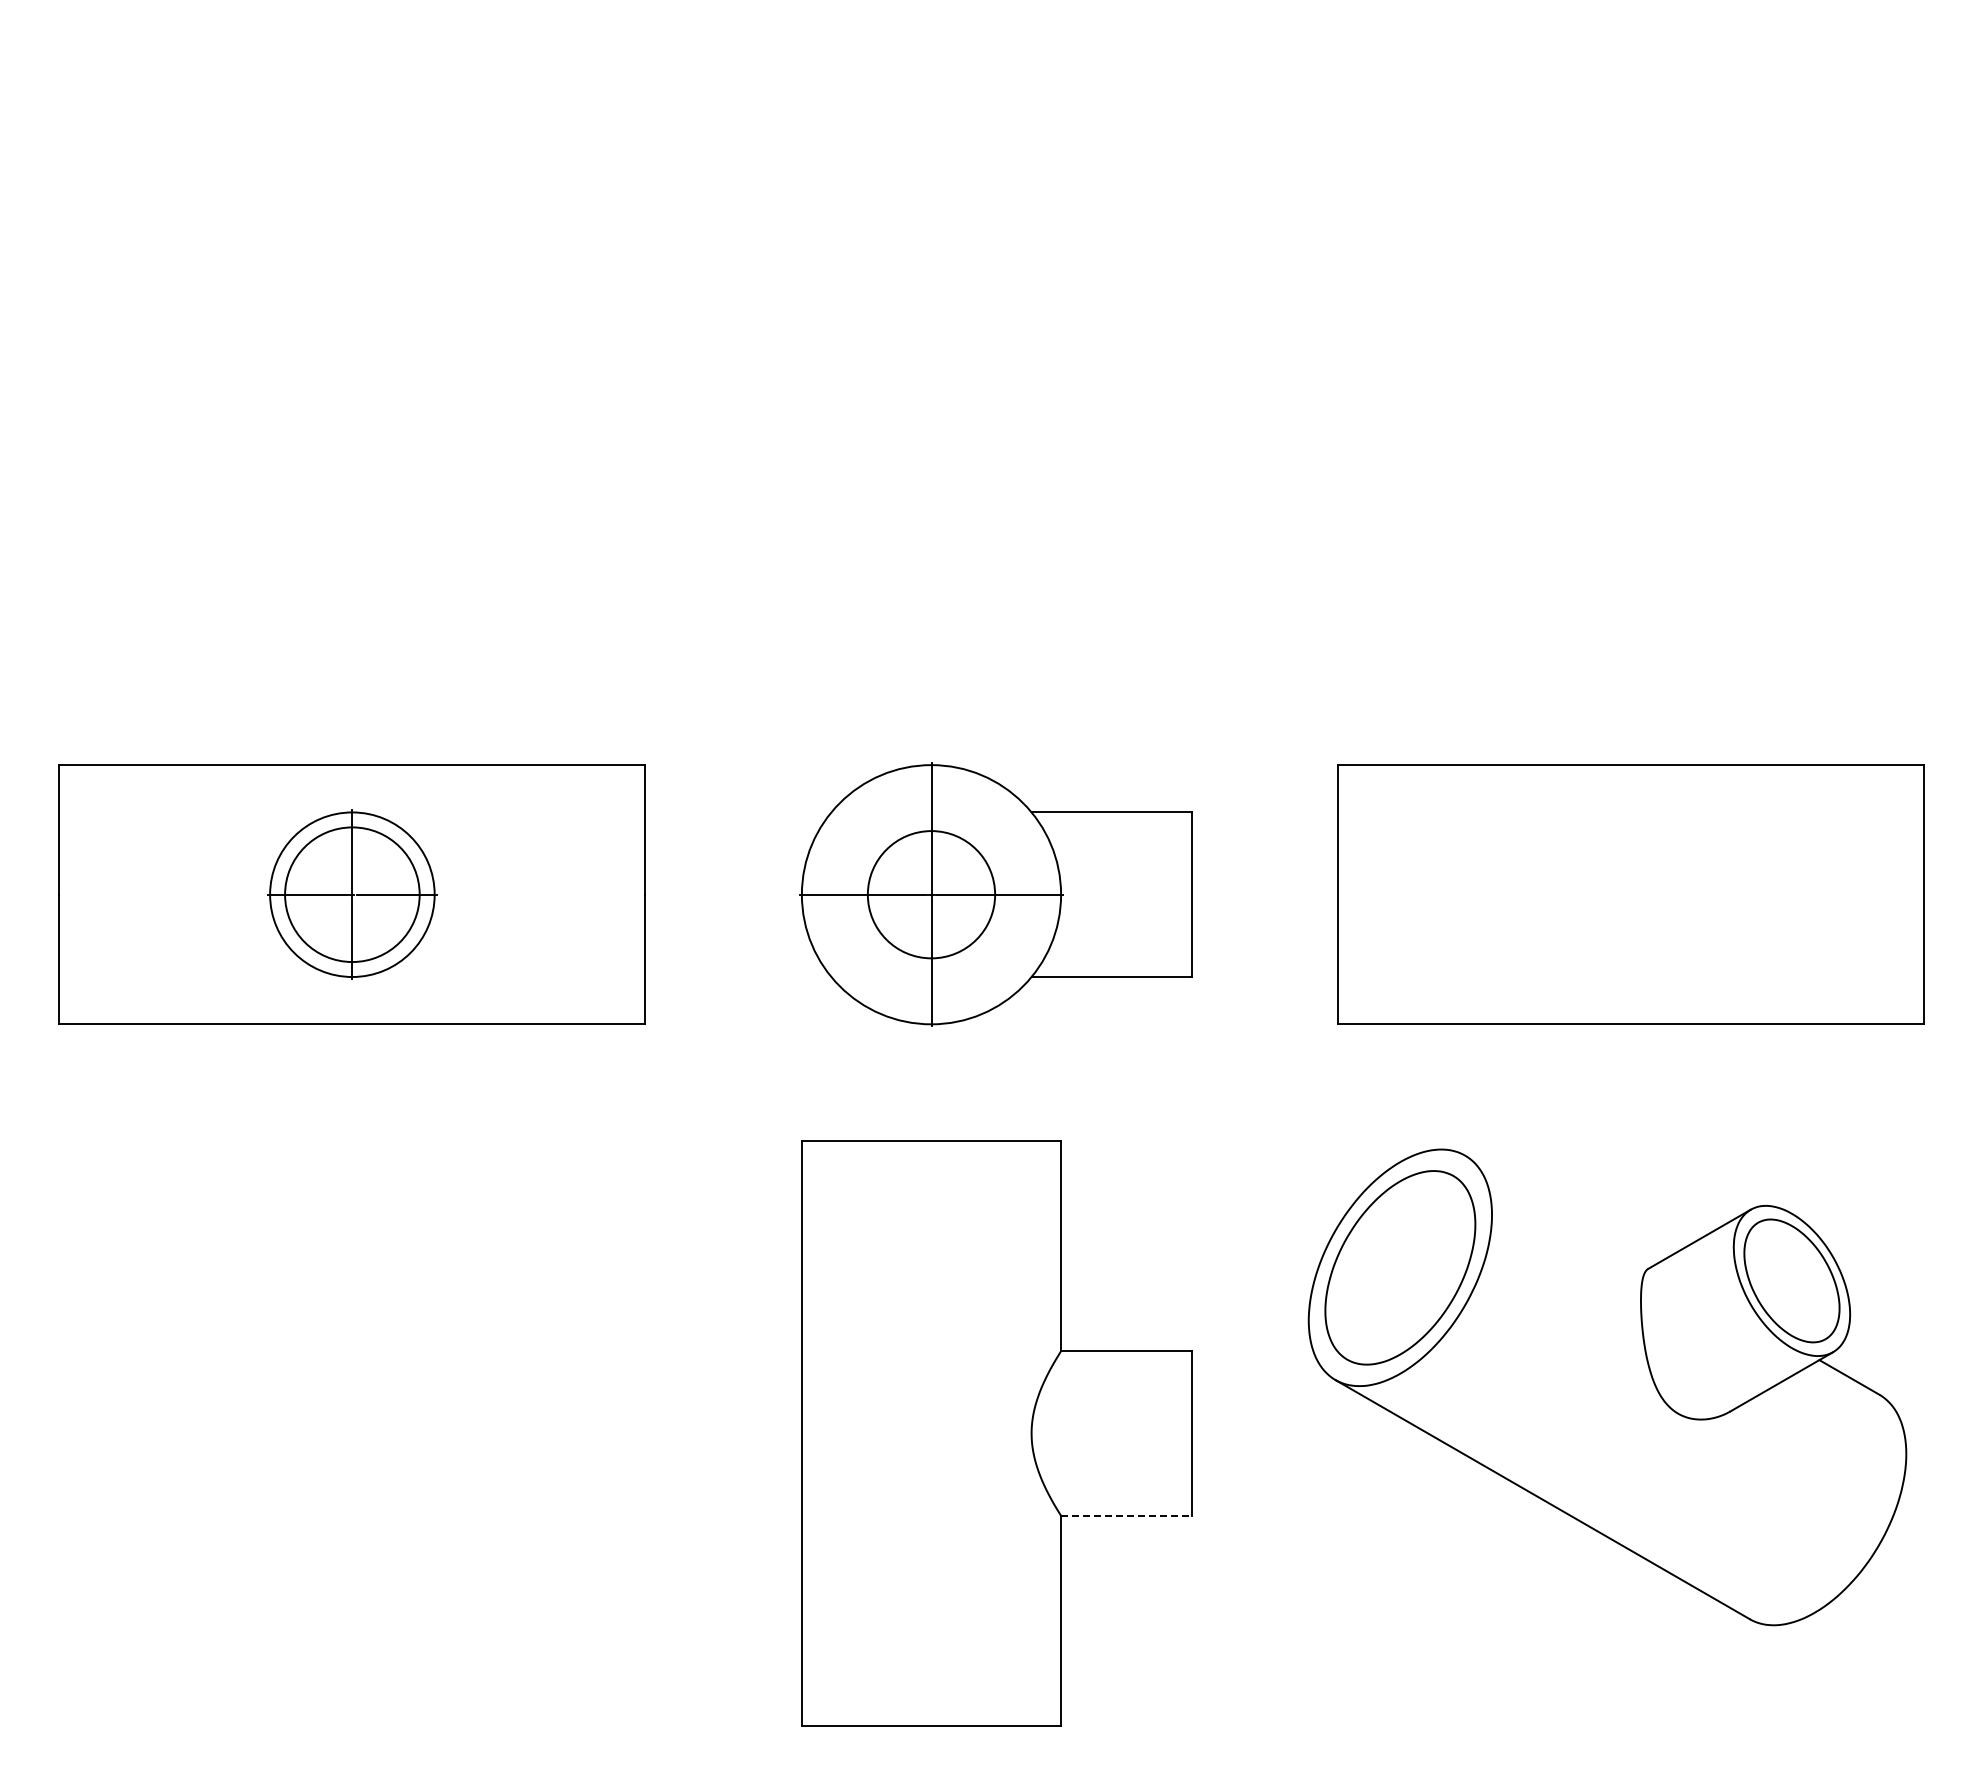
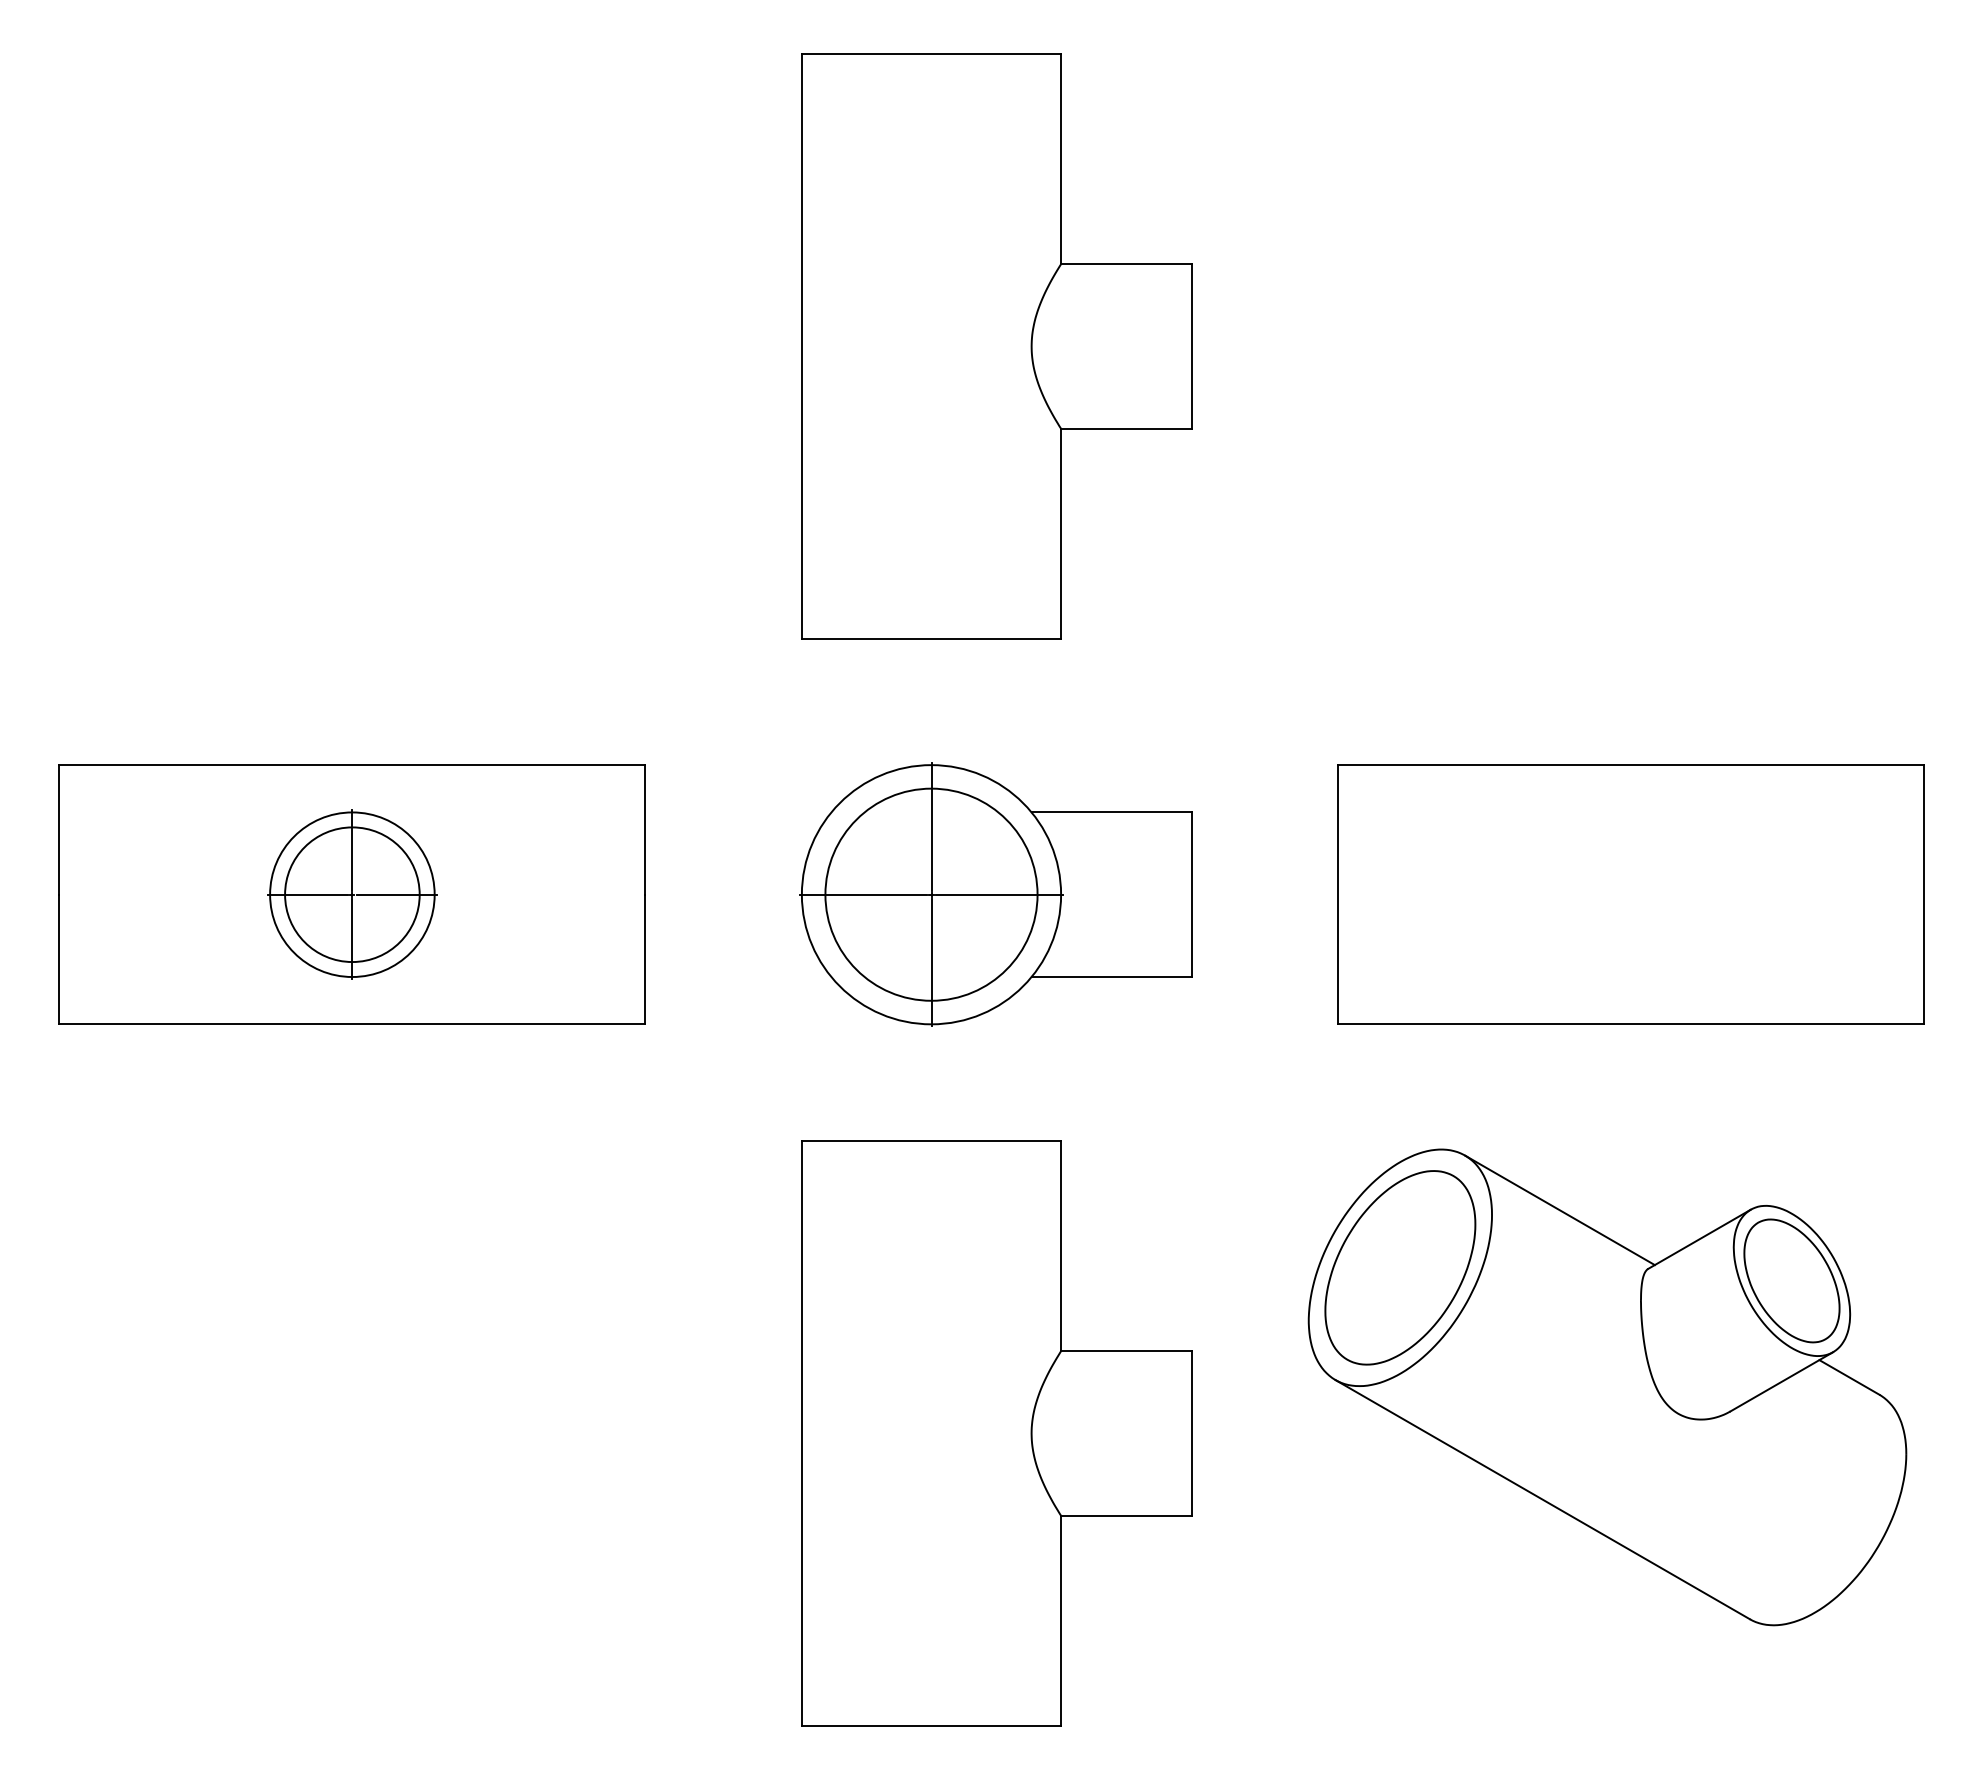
part at (996, 346): none -> present
circle at (931, 894) diameter: 127 px -> 212 px
line at (1559, 1210): none -> present
line at (1126, 1515): dashed -> solid
